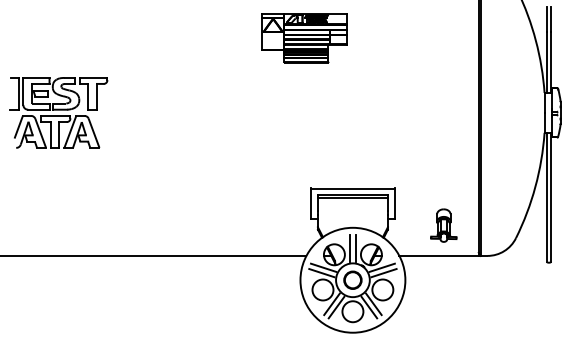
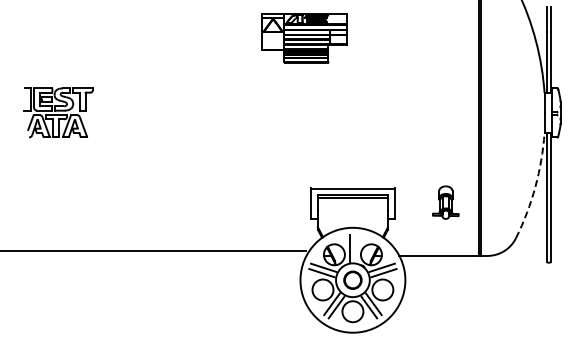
part at (58, 112) size: 100x72 px -> 71x52 px
arc at (535, 186): solid -> dashed
part at (443, 225) position: (443, 225) -> (445, 202)
line at (355, 248): present -> none
line at (154, 256) position: (154, 256) -> (154, 251)
